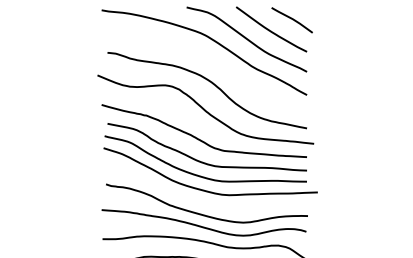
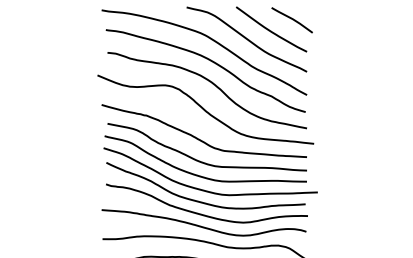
curve at (210, 61): none -> present
curve at (202, 201): none -> present
